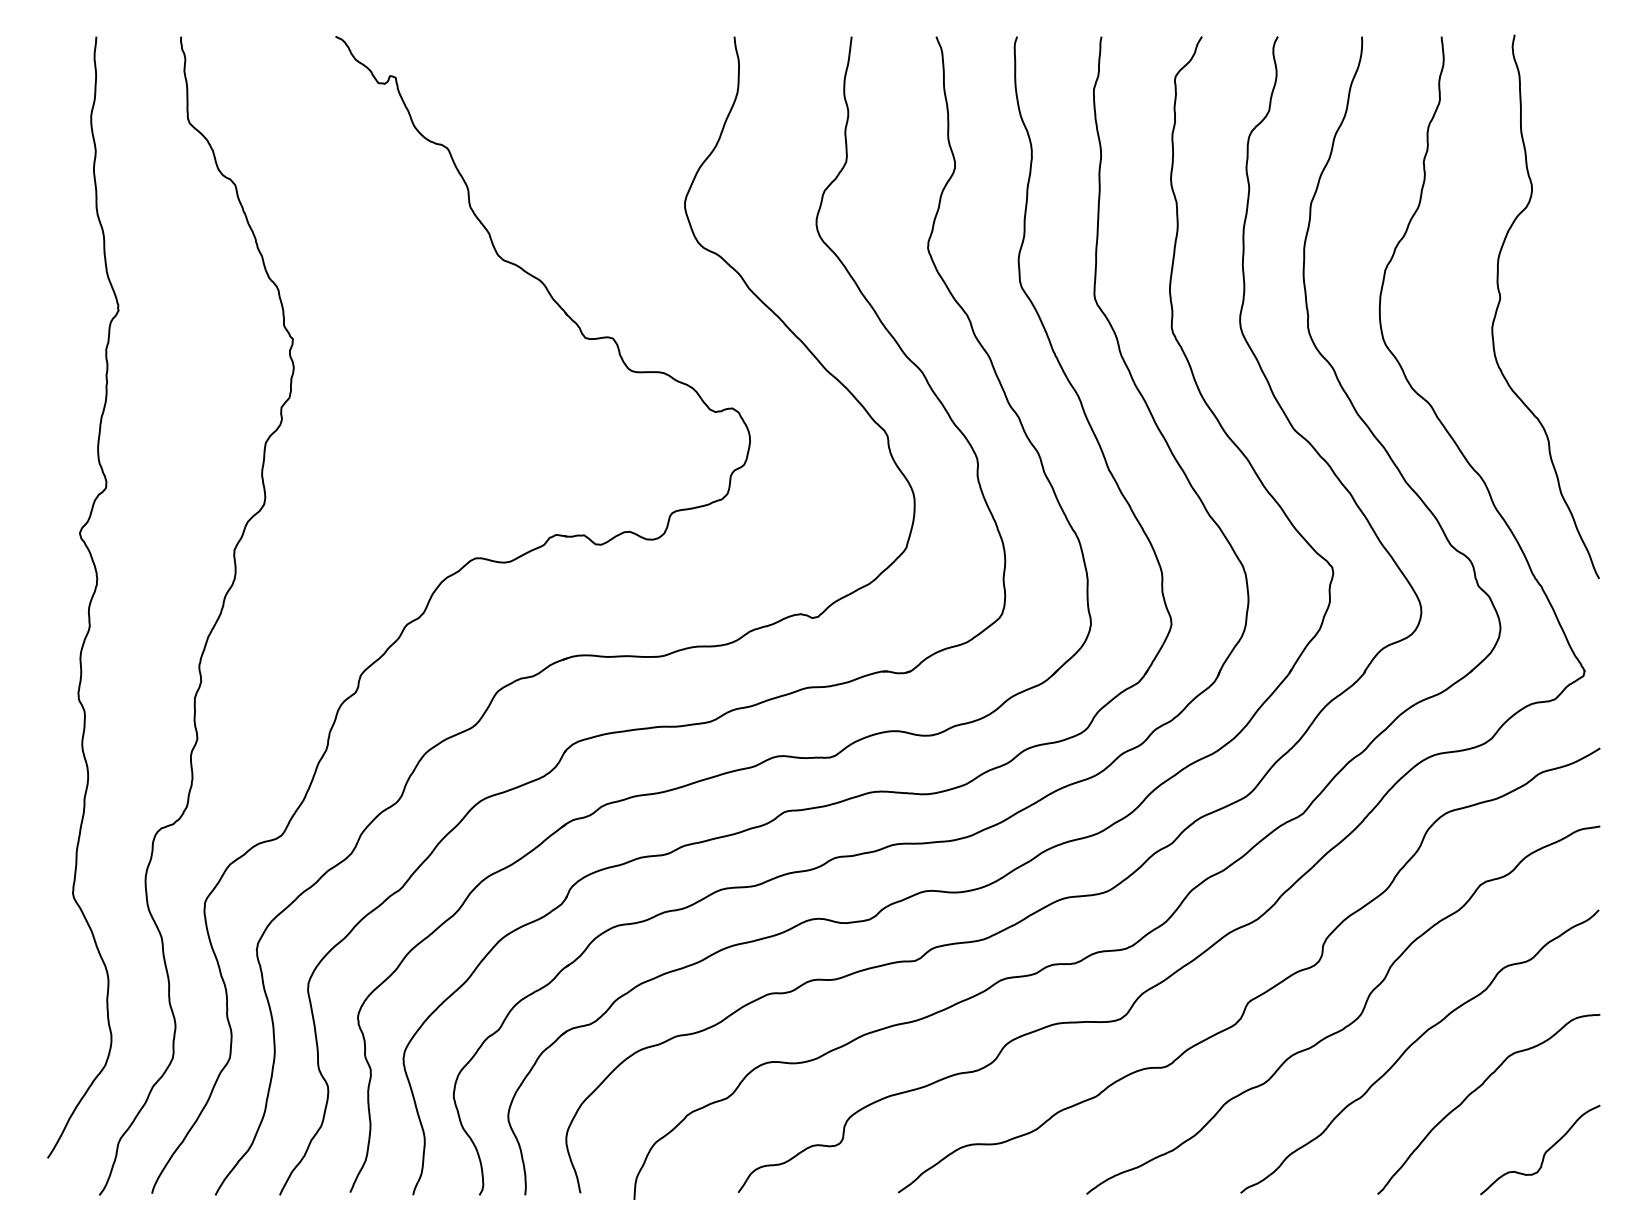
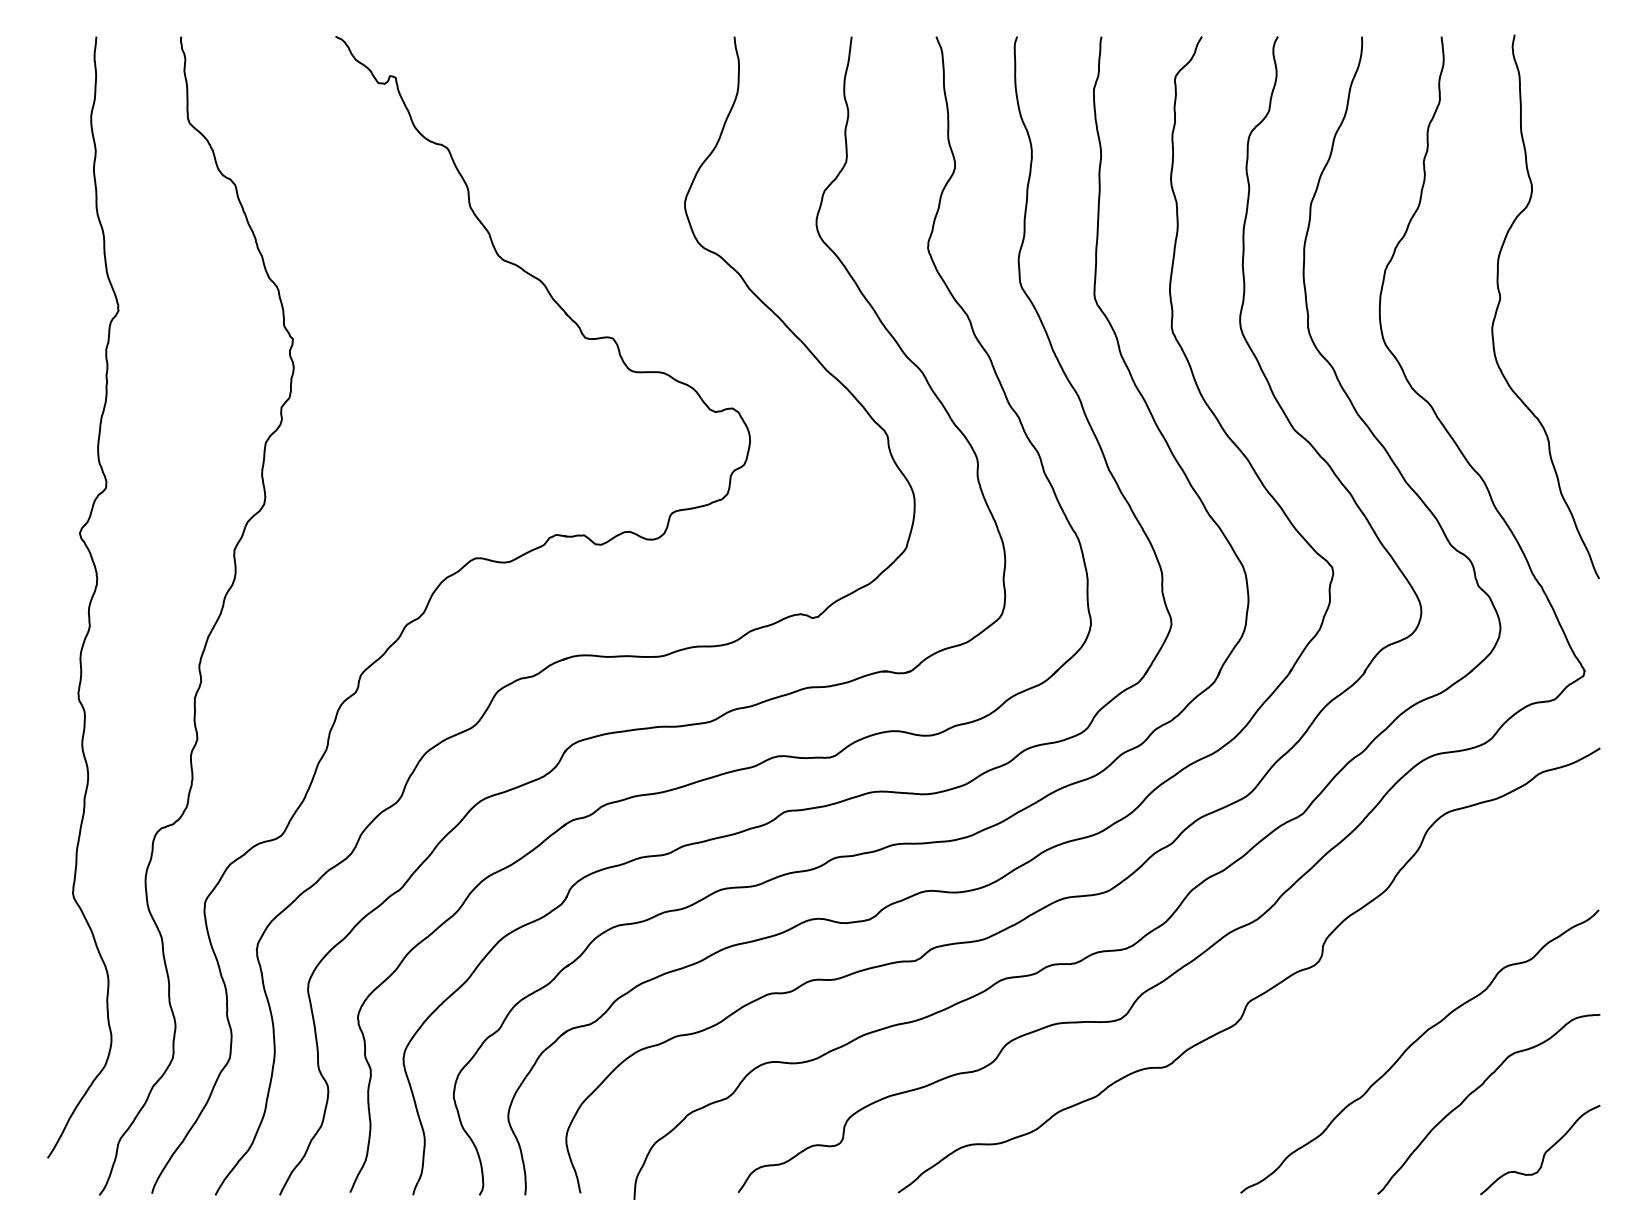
curve at (1350, 1022): present -> none
